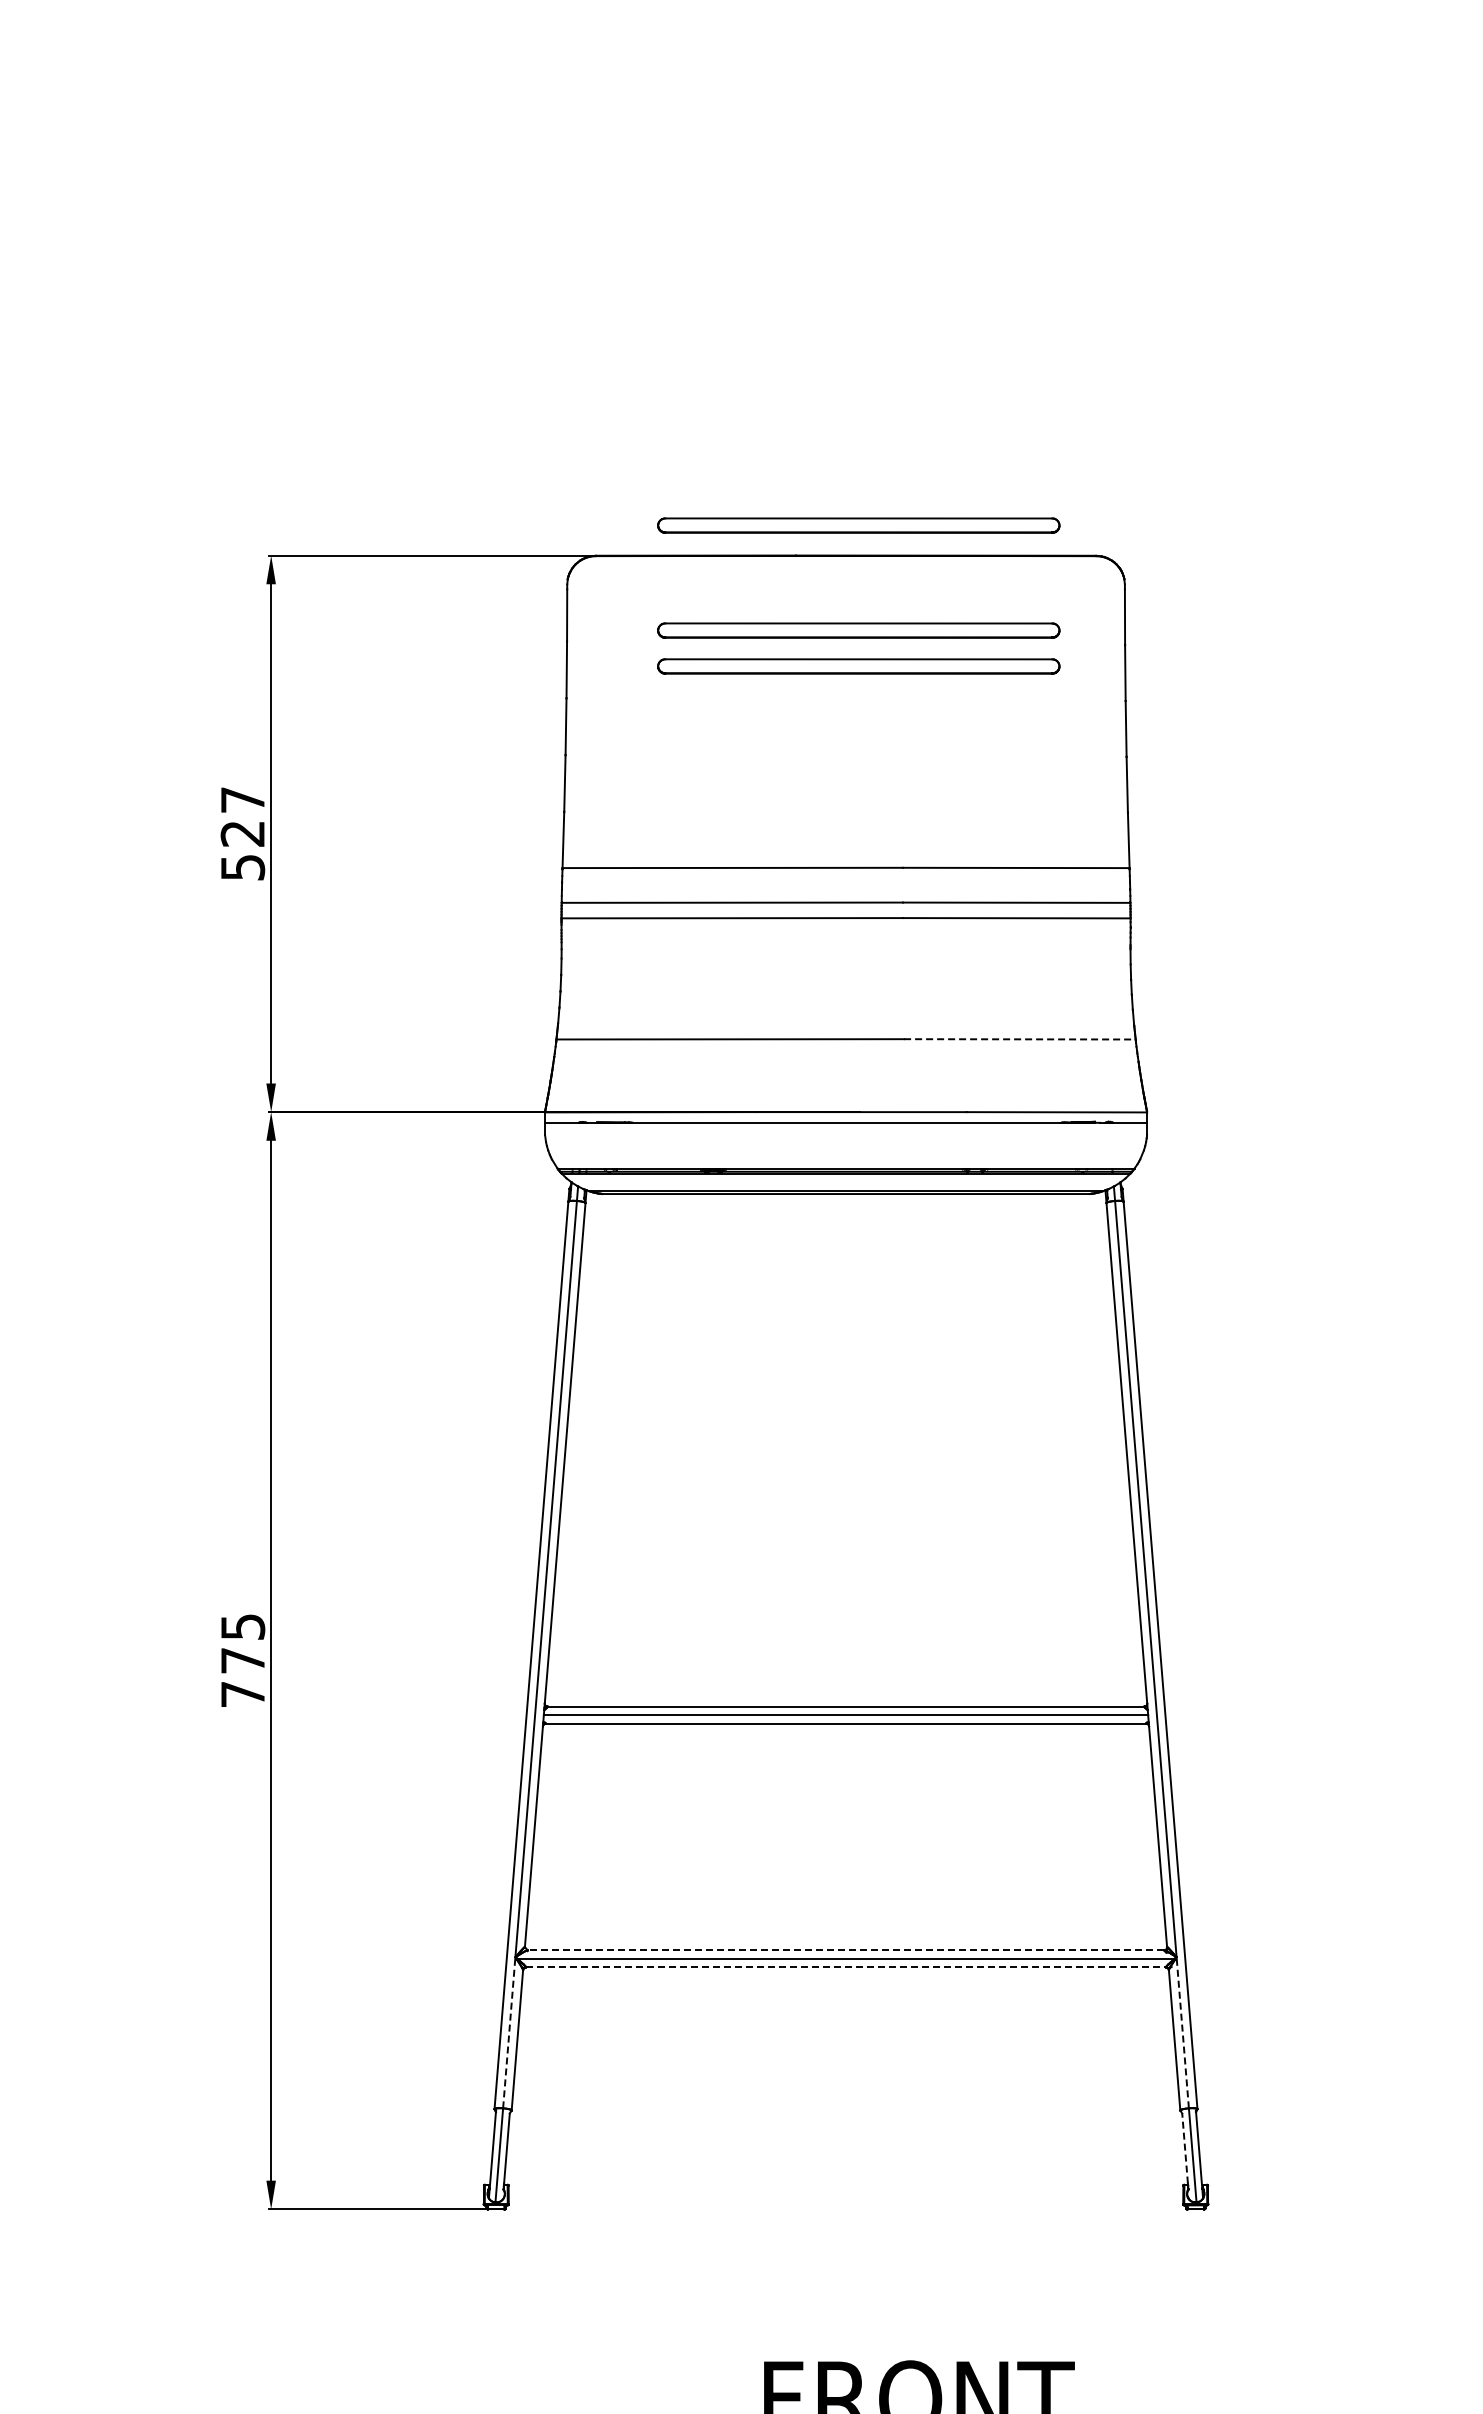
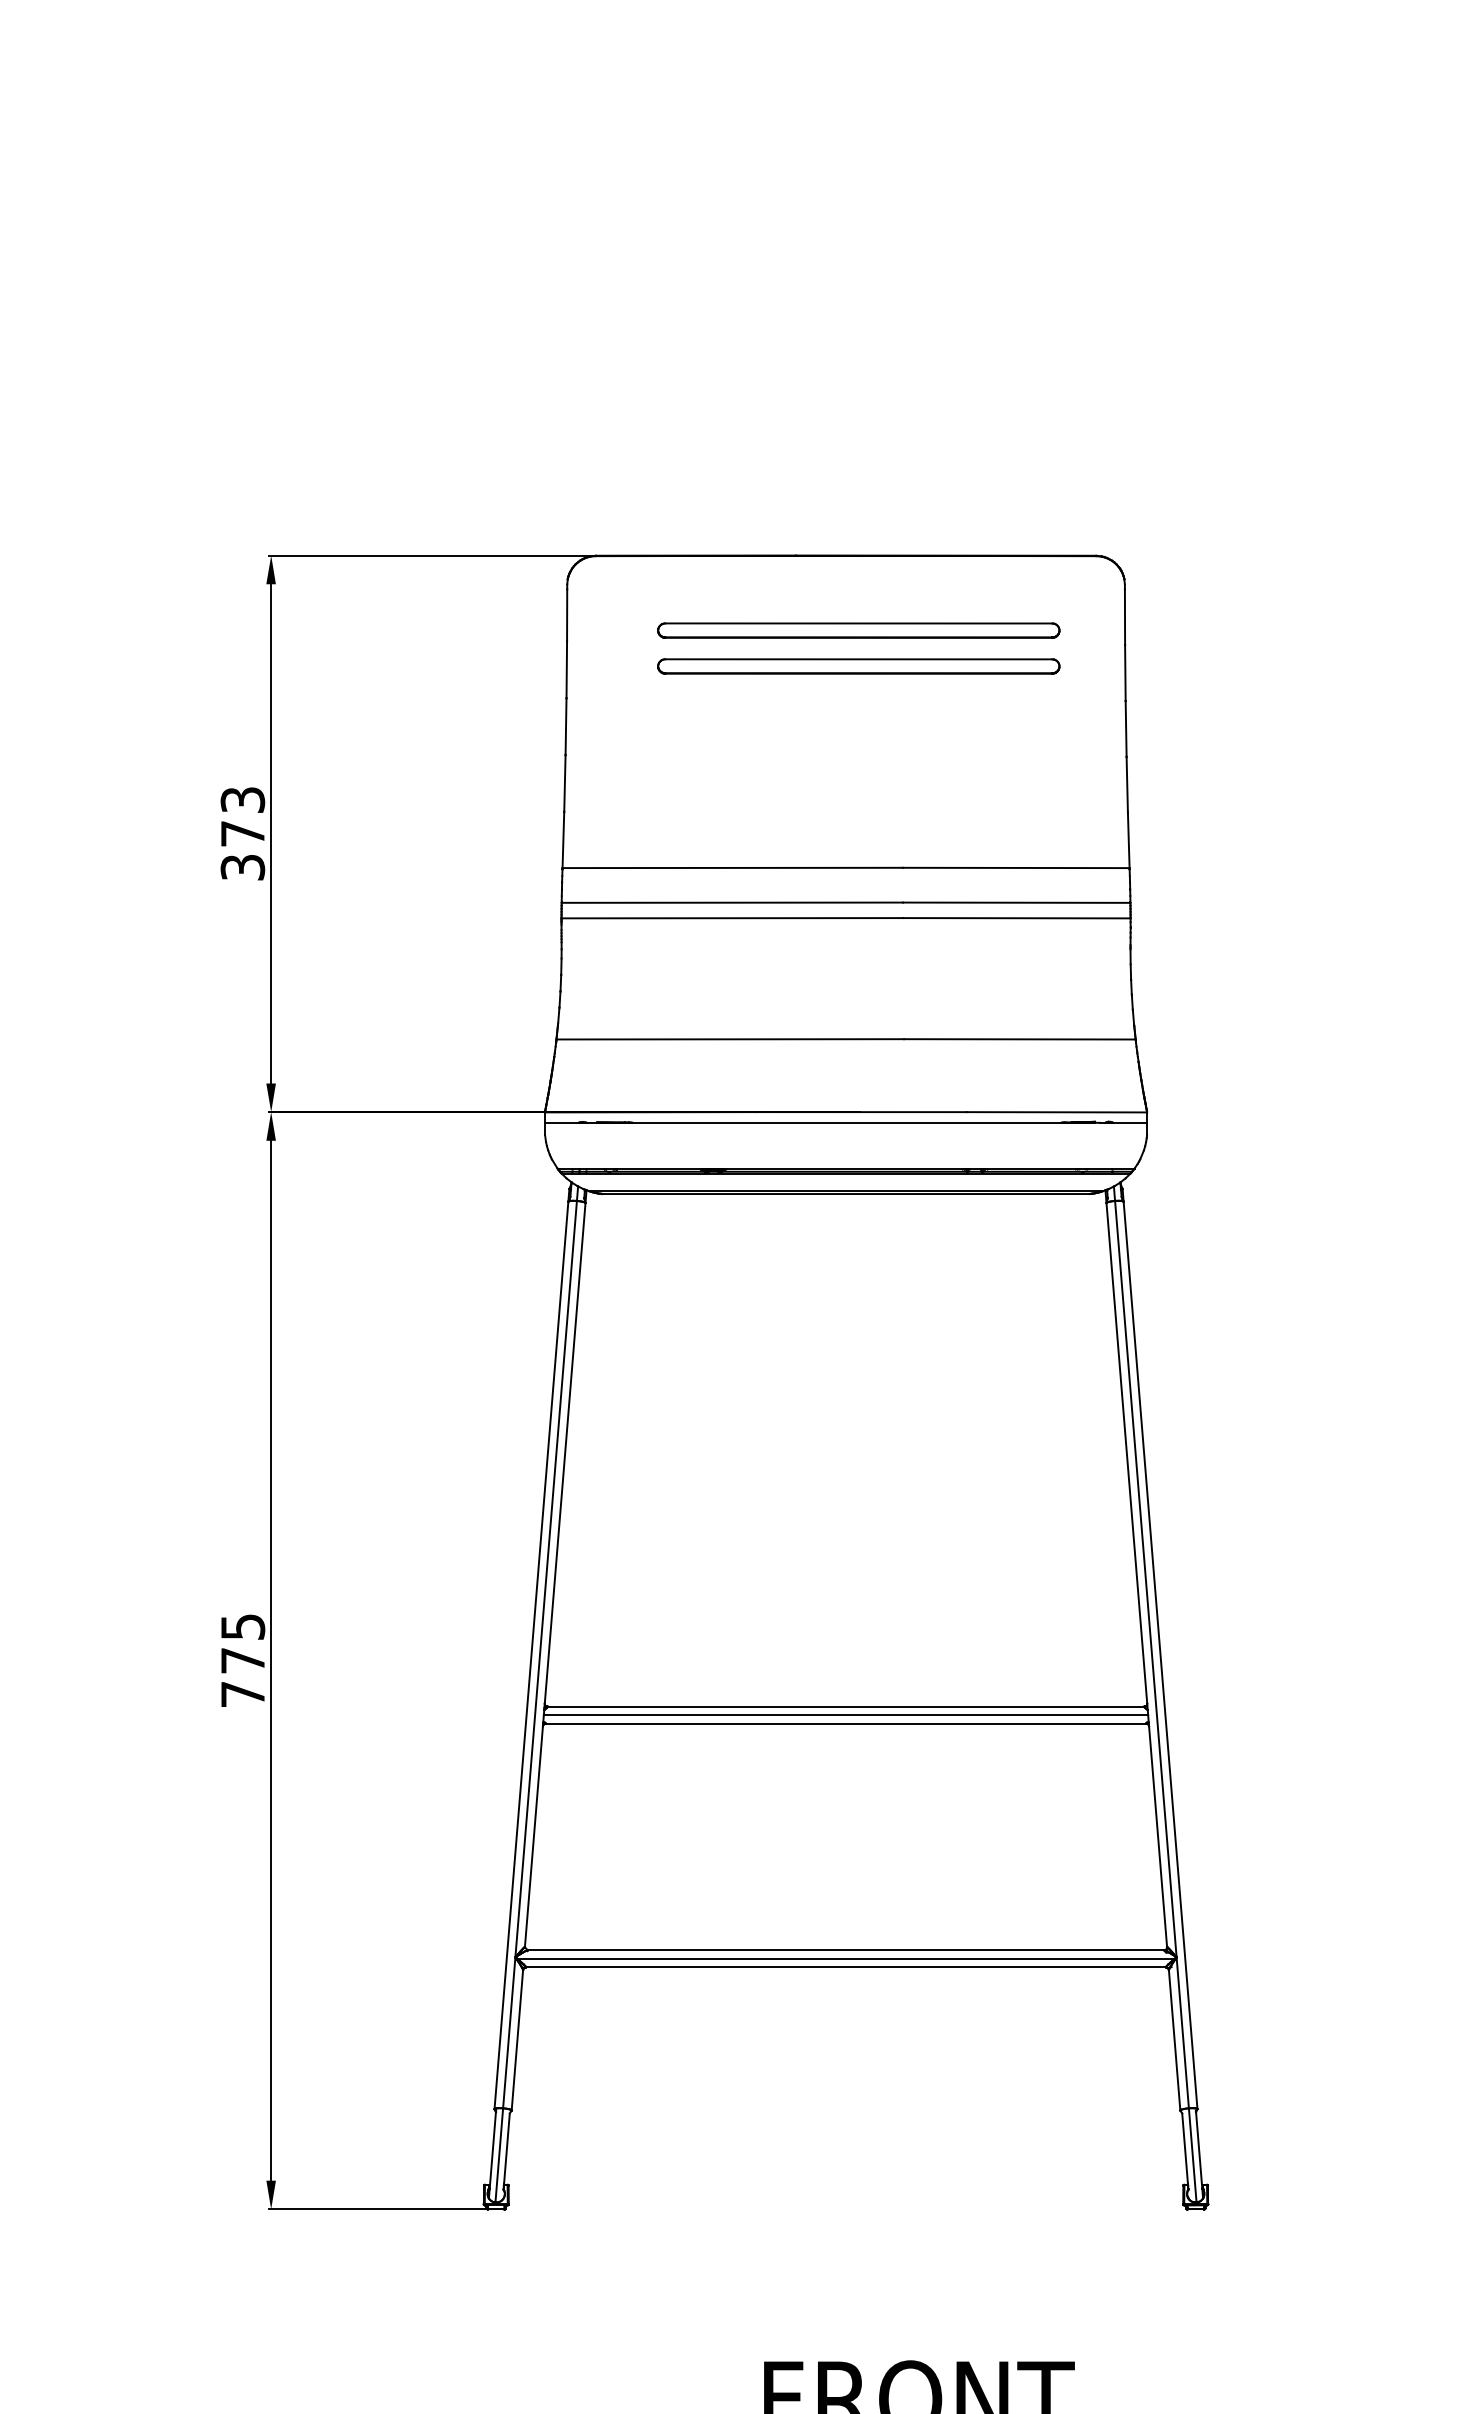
part at (858, 525): present -> none
text at (242, 833): 527 -> 373
line at (1019, 1039): dashed -> solid
line at (845, 1950): dashed -> solid
line at (846, 1967): dashed -> solid
line at (509, 2032): dashed -> solid
line at (1182, 2032): dashed -> solid
line at (1185, 2148): dashed -> solid
